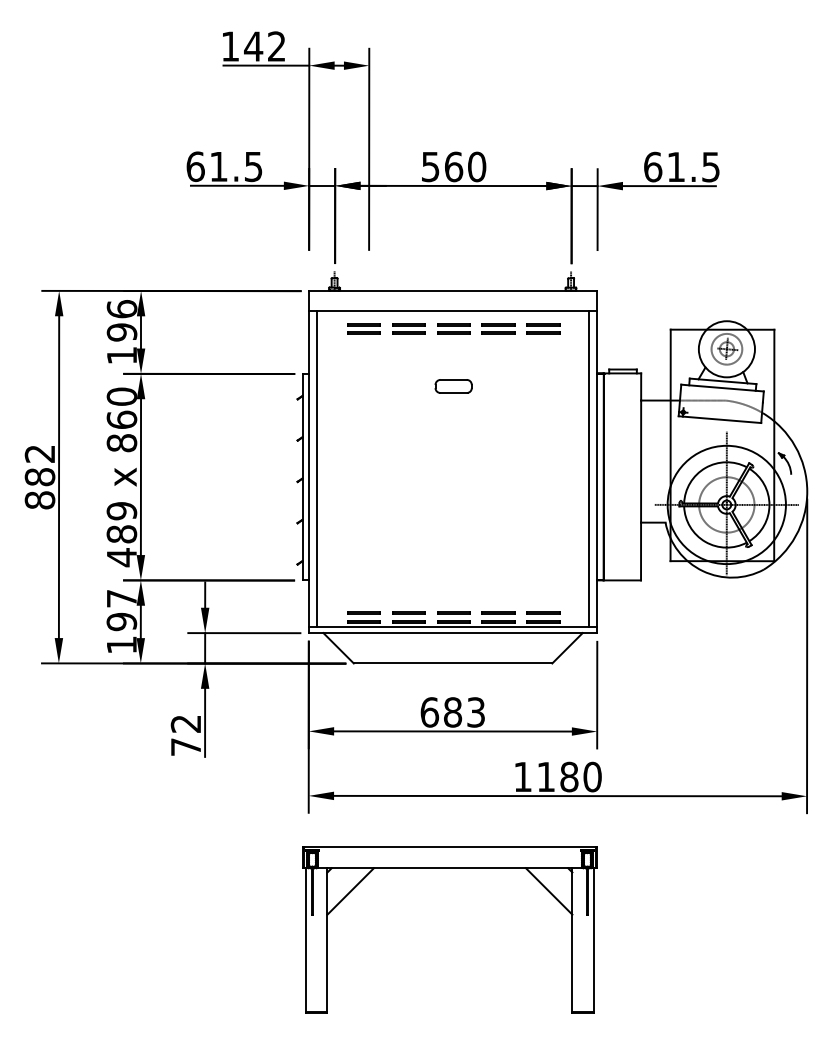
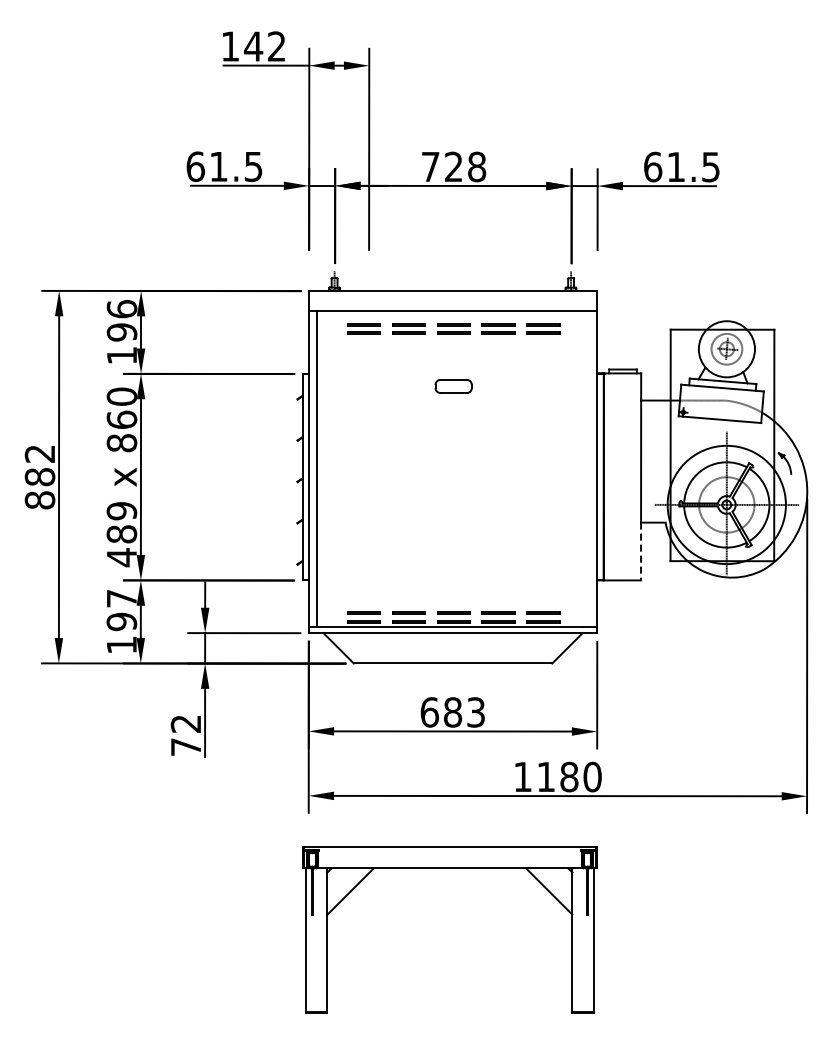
text at (454, 166): 560 -> 728
line at (588, 468): present -> none
line at (641, 551): solid -> dashed
